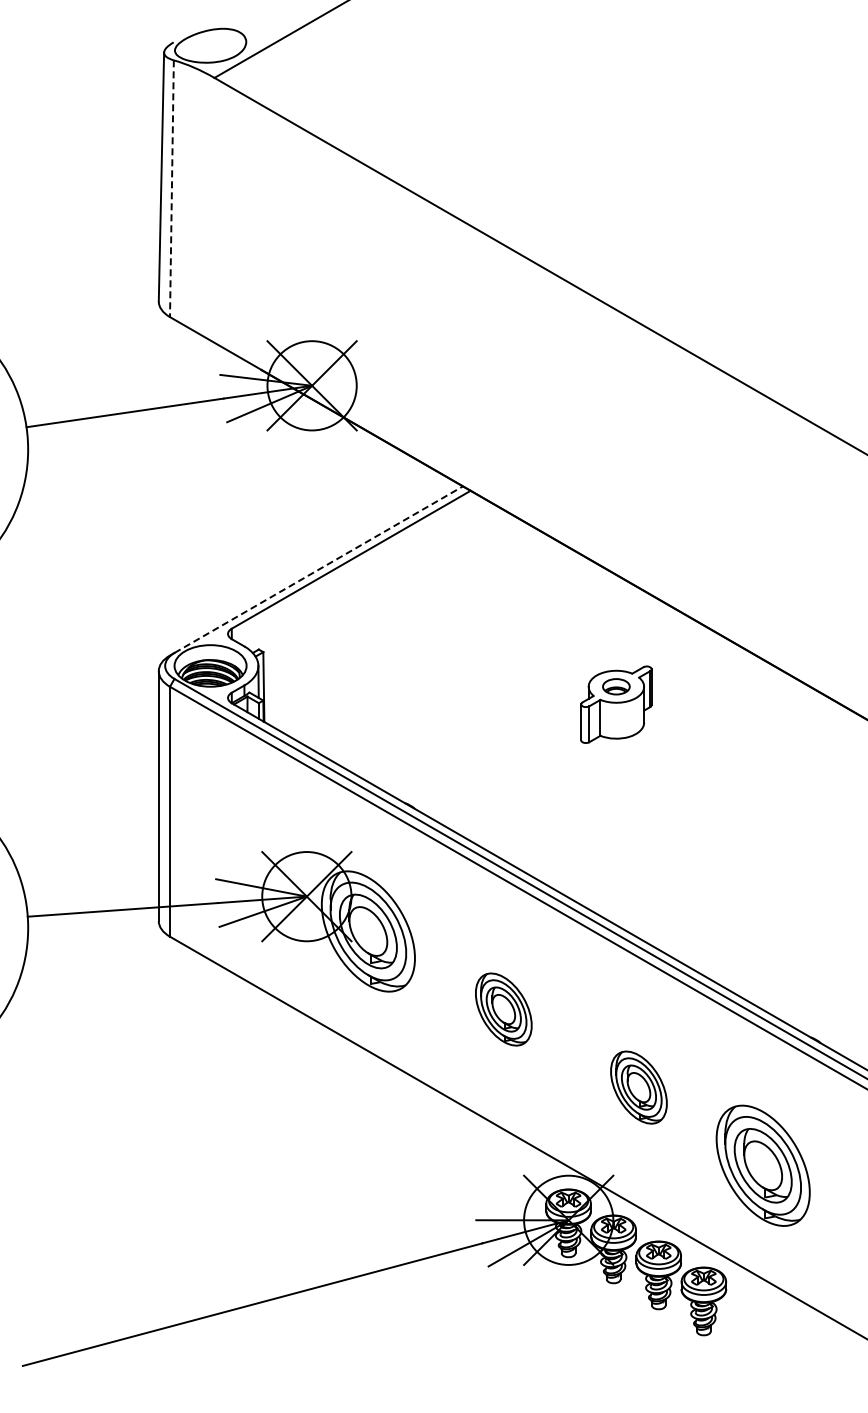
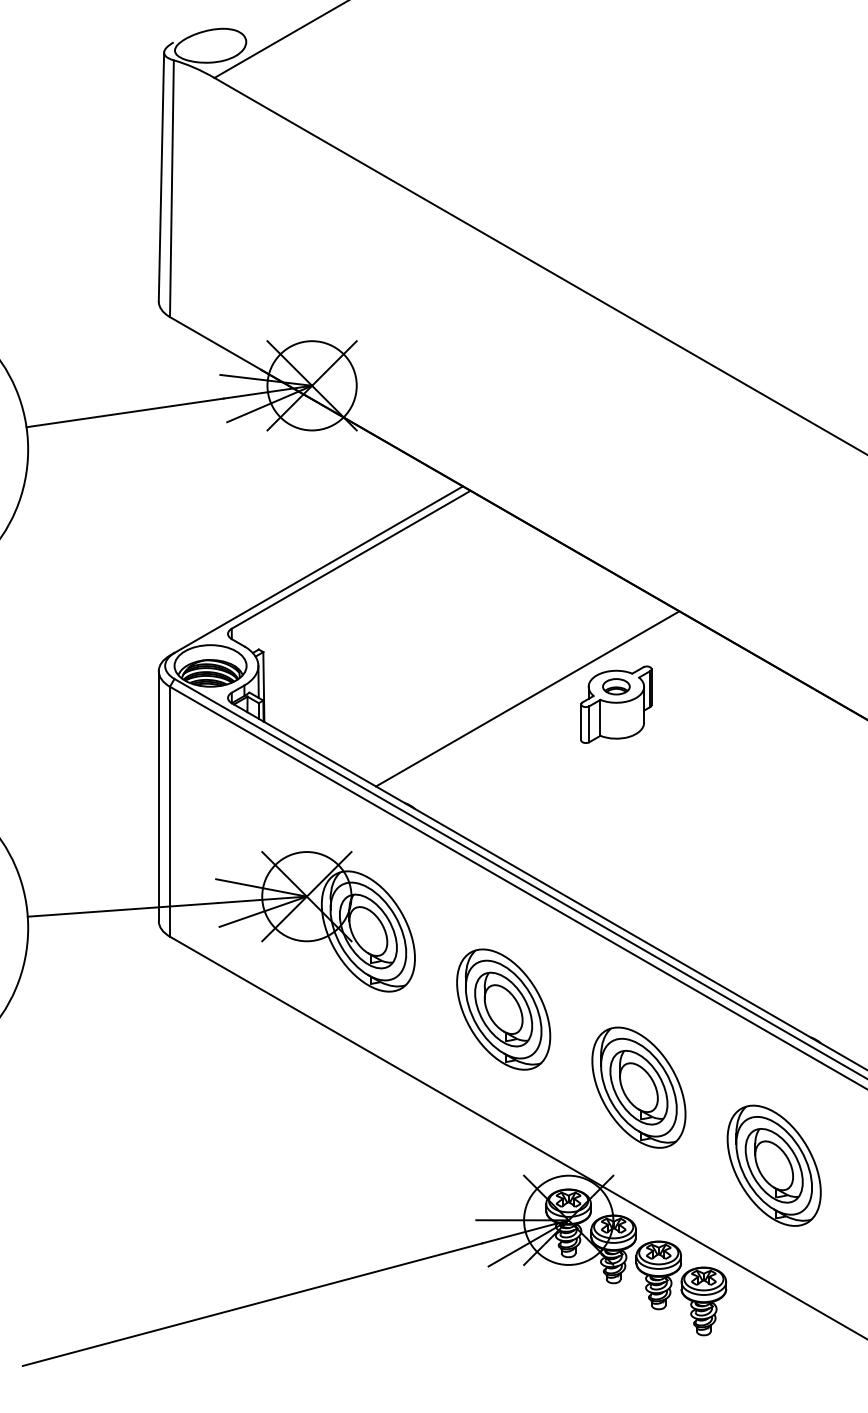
line at (171, 189): dashed -> solid
line at (318, 569): dashed -> solid
line at (527, 698): none -> present
part at (503, 1009) size: 58x75 px -> 96x123 px
part at (638, 1087) size: 58x75 px -> 96x123 px
part at (762, 1165) position: (762, 1165) -> (773, 1165)
